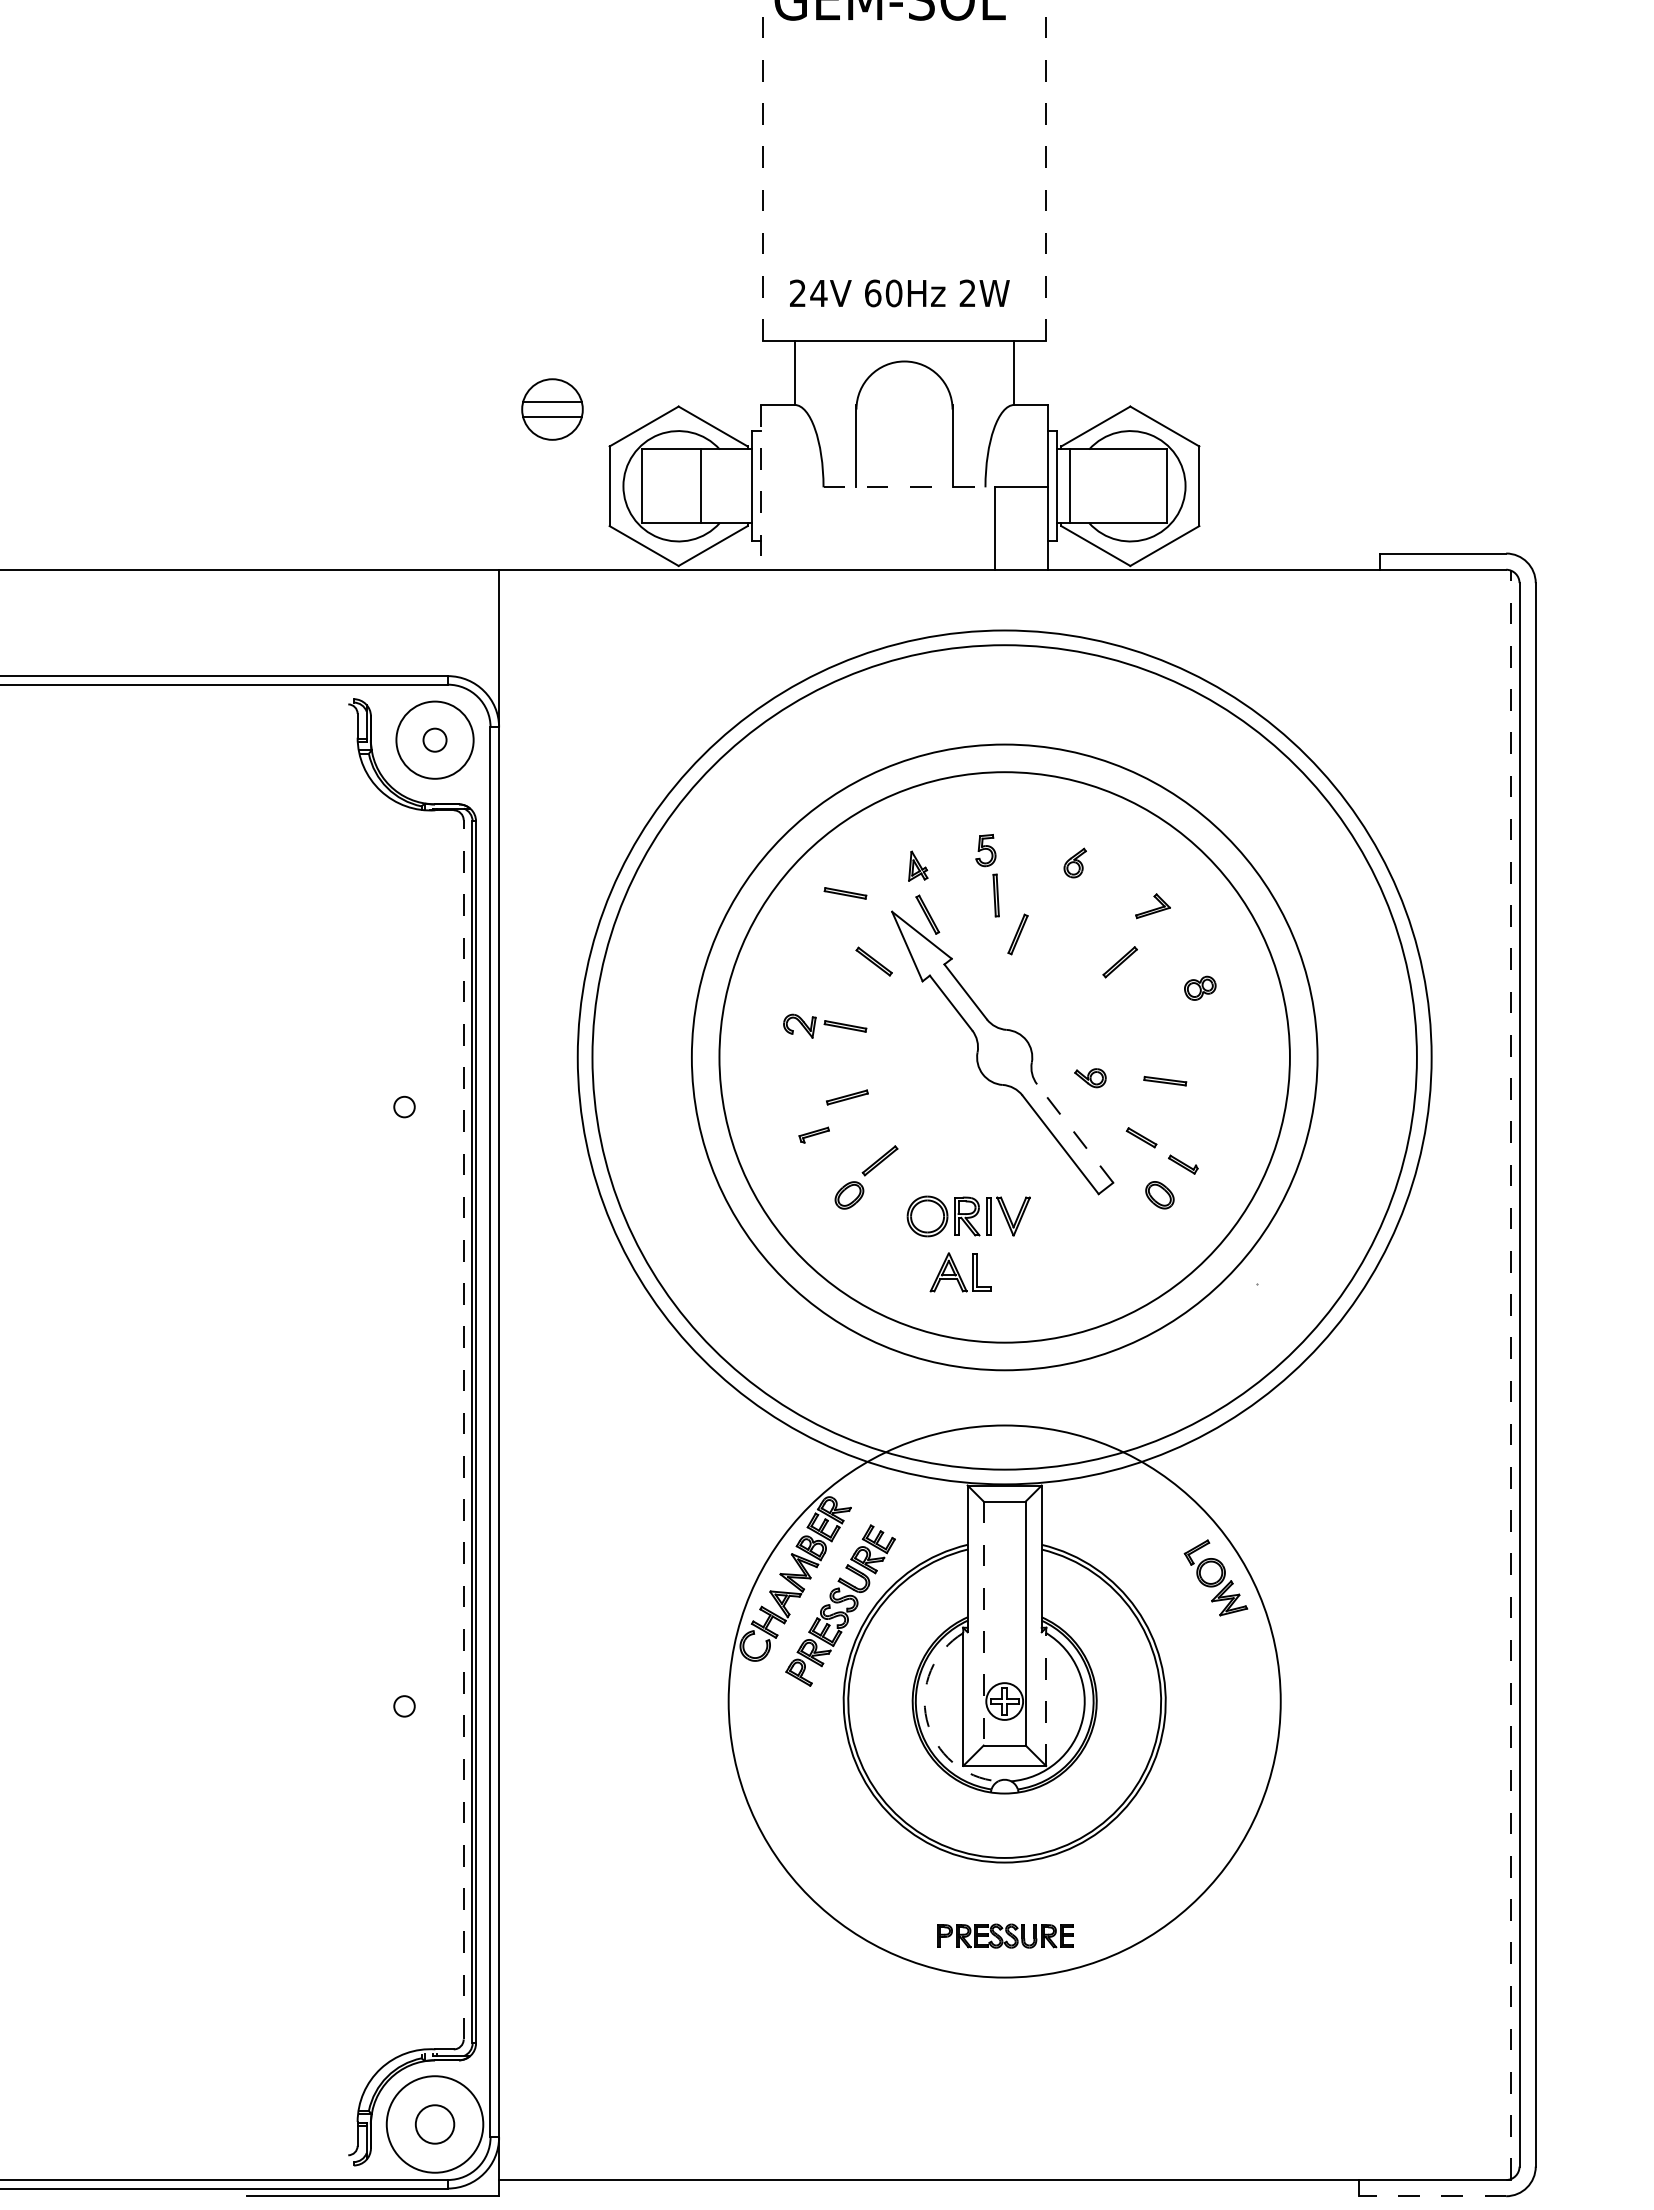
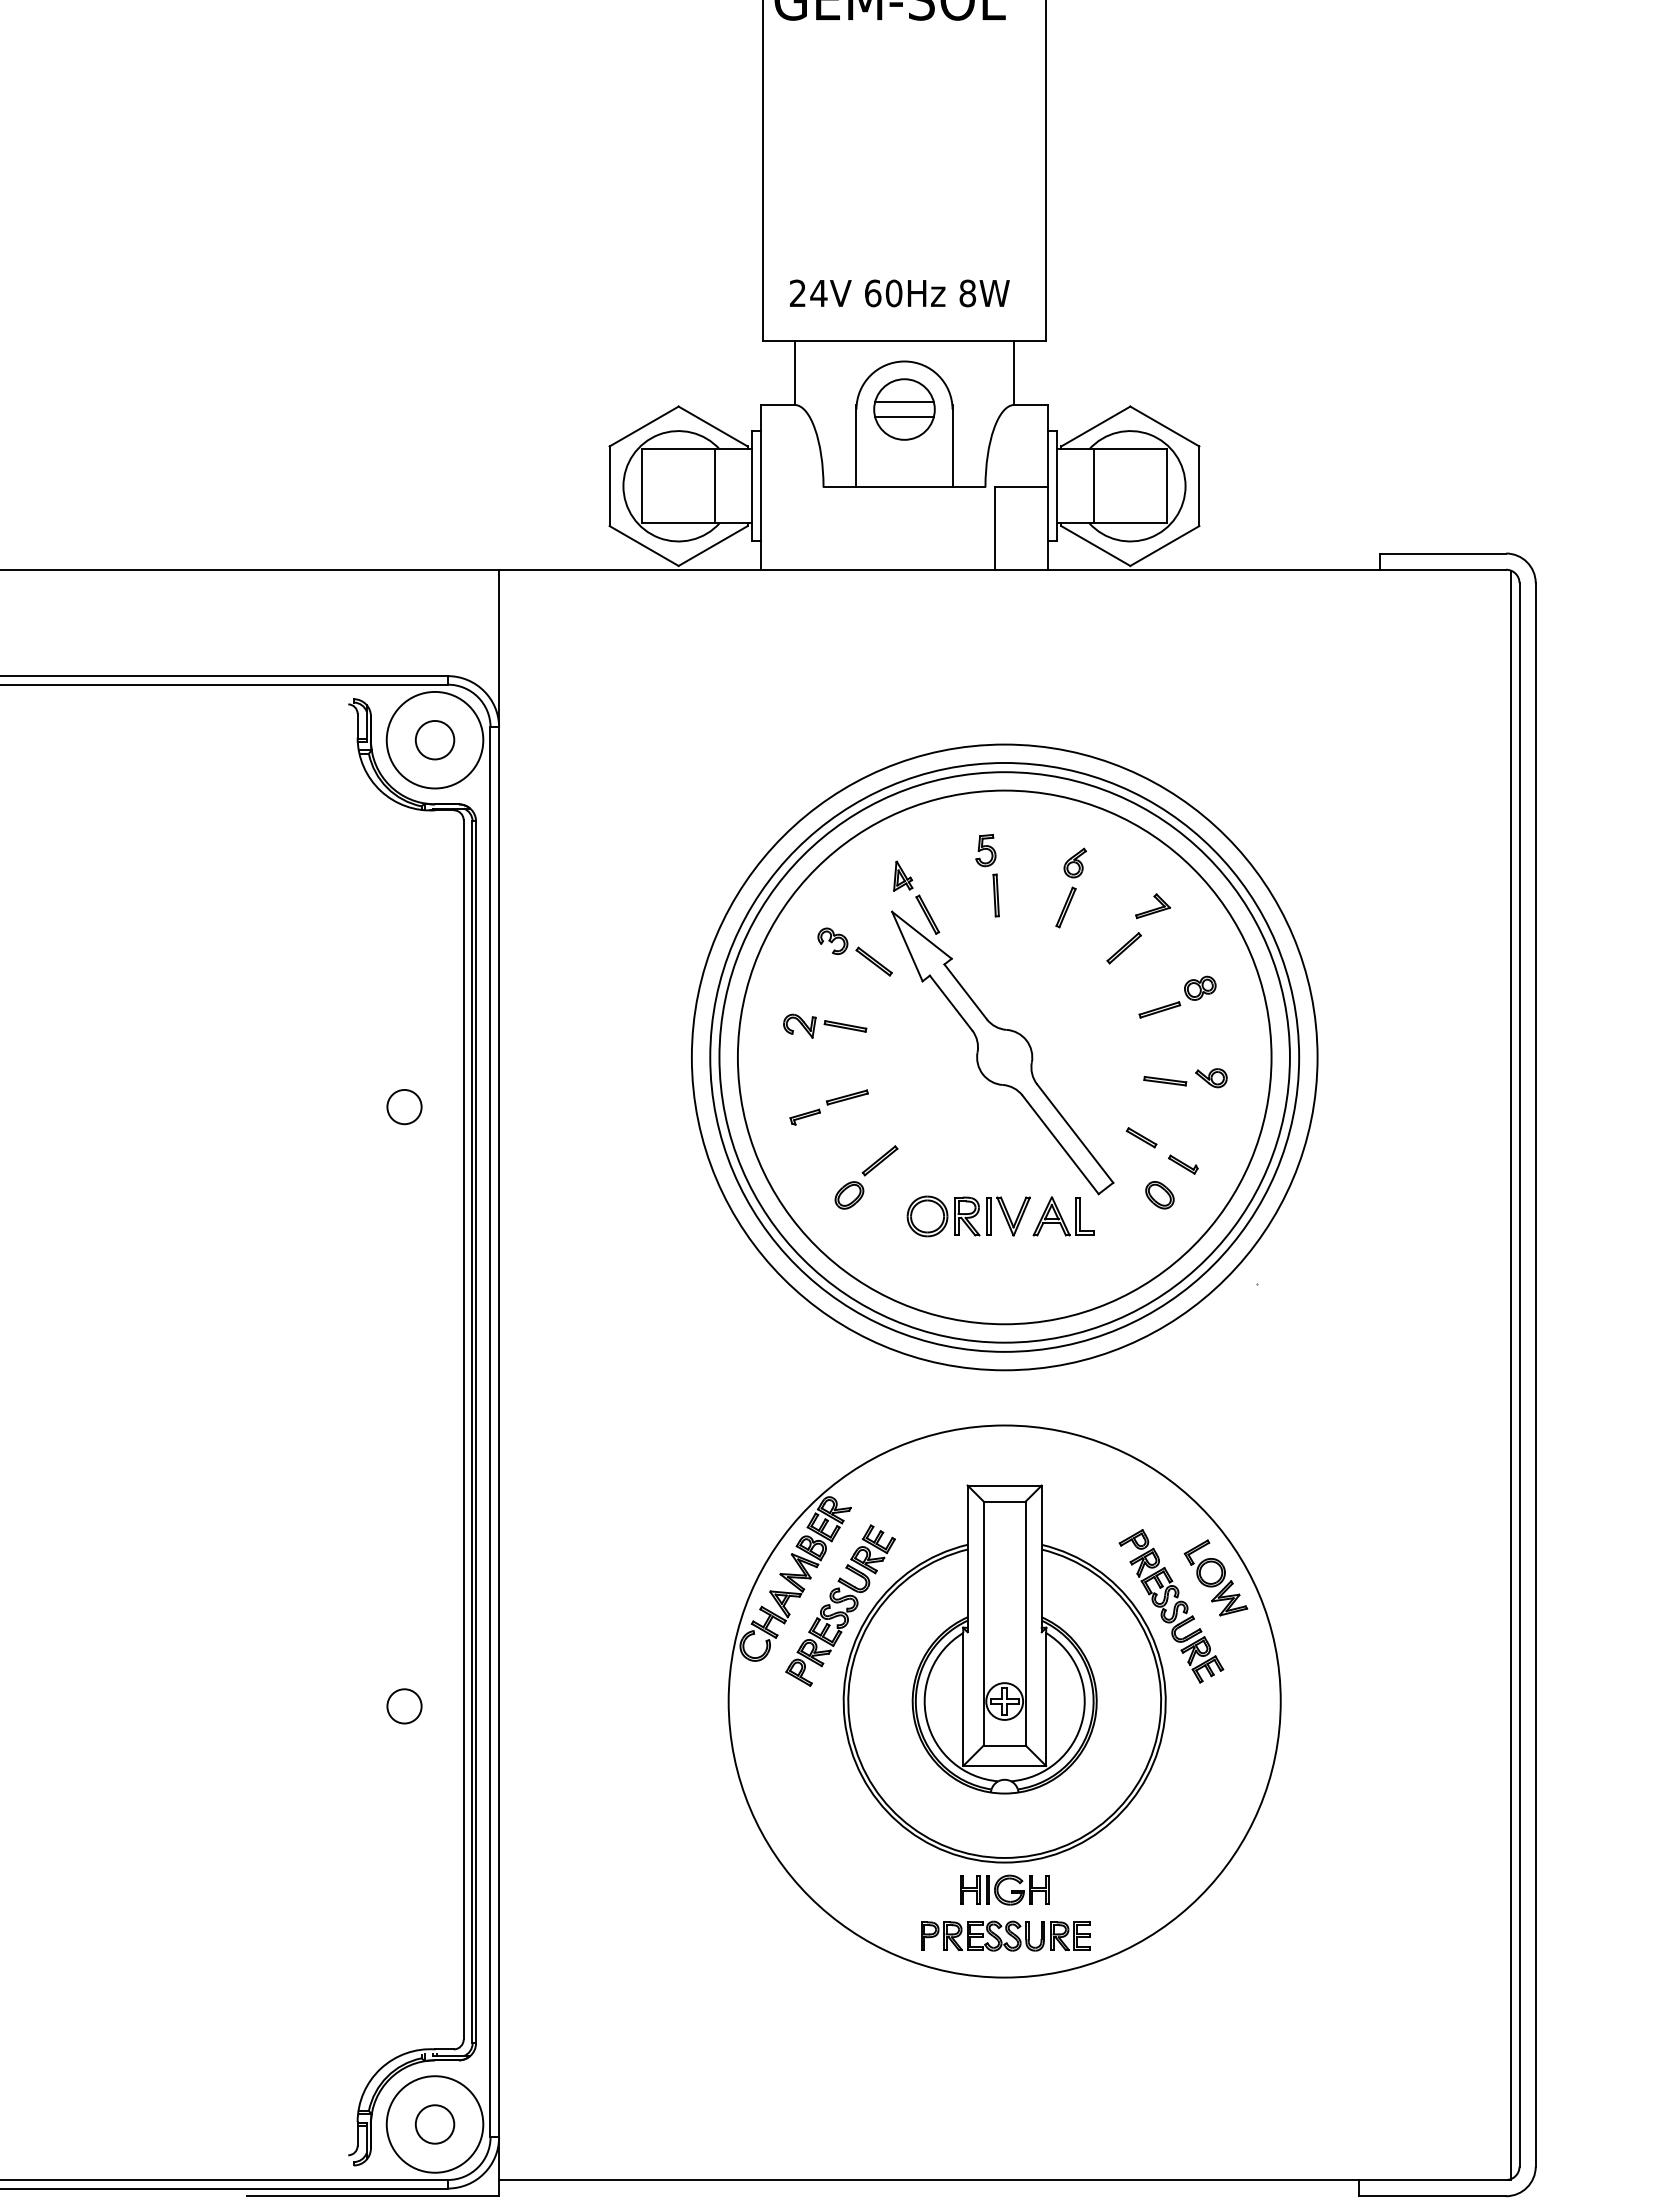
line at (762, 170): dashed -> solid
line at (1046, 170): dashed -> solid
text at (967, 293): 2W -> 8W
part at (552, 409) position: (552, 409) -> (904, 409)
line at (701, 486) position: (701, 486) -> (715, 486)
line at (1069, 486) position: (1069, 486) -> (1093, 486)
line at (761, 487): dashed -> solid
line at (904, 487): dashed -> solid
circle at (434, 739) diameter: 23 px -> 38 px
circle at (434, 739) diameter: 77 px -> 97 px
part at (918, 865) position: (918, 865) -> (903, 875)
part at (845, 893): present -> none
part at (1017, 934) position: (1017, 934) -> (1065, 907)
part at (832, 940): none -> present
part at (1119, 962) position: (1119, 962) -> (1123, 948)
part at (1159, 1009): none -> present
circle at (1004, 1057) diameter: 824 px -> 589 px
circle at (1004, 1057) diameter: 854 px -> 534 px
part at (1090, 1078) position: (1090, 1078) -> (1211, 1078)
circle at (404, 1106) diameter: 21 px -> 34 px
line at (1074, 1133): dashed -> solid
part at (813, 1134) position: (813, 1134) -> (804, 1116)
part at (960, 1272) position: (960, 1272) -> (1063, 1216)
line at (1510, 1375): dashed -> solid
line at (463, 1429): dashed -> solid
part at (1171, 1606): none -> present
line at (983, 1623): dashed -> solid
line at (1046, 1699): dashed -> solid
circle at (404, 1706) diameter: 21 px -> 34 px
arc at (926, 1719): dashed -> solid
part at (1004, 1889): none -> present
part at (1005, 1935) size: 137x26 px -> 170x32 px
line at (1432, 2196): dashed -> solid
